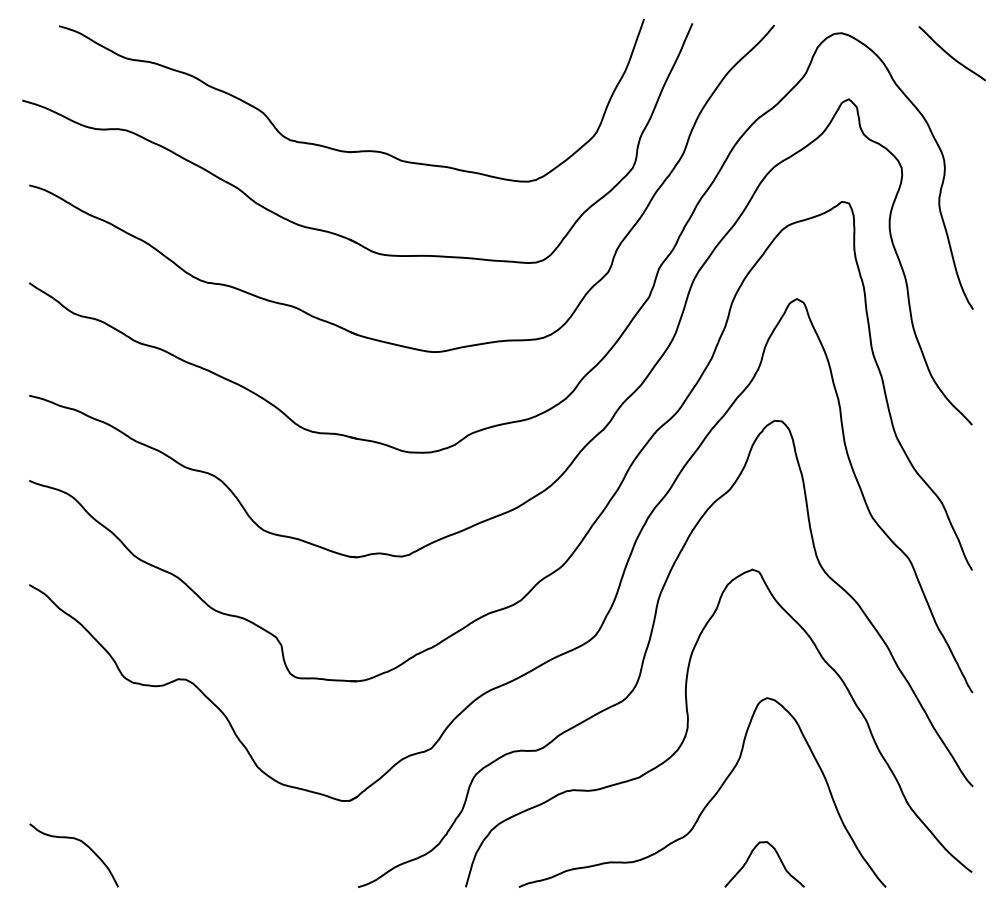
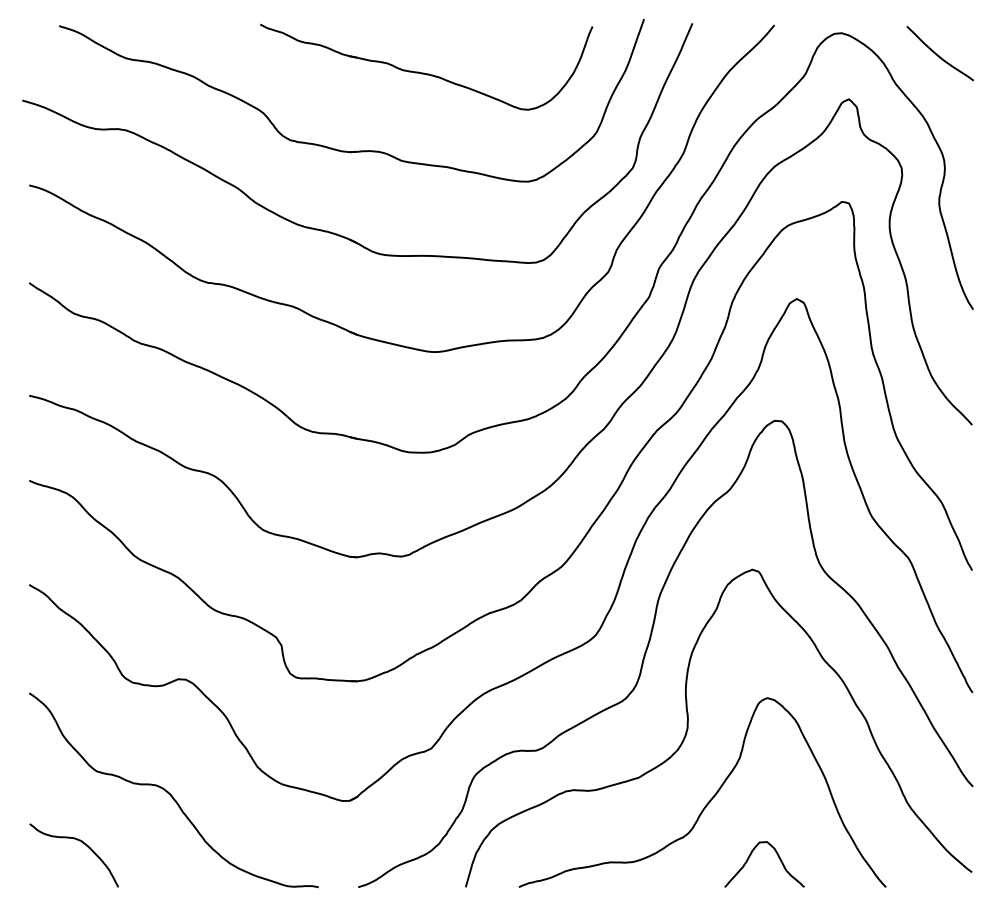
curve at (950, 54) position: (950, 54) -> (938, 54)
part at (424, 72): none -> present
curve at (170, 793): none -> present
